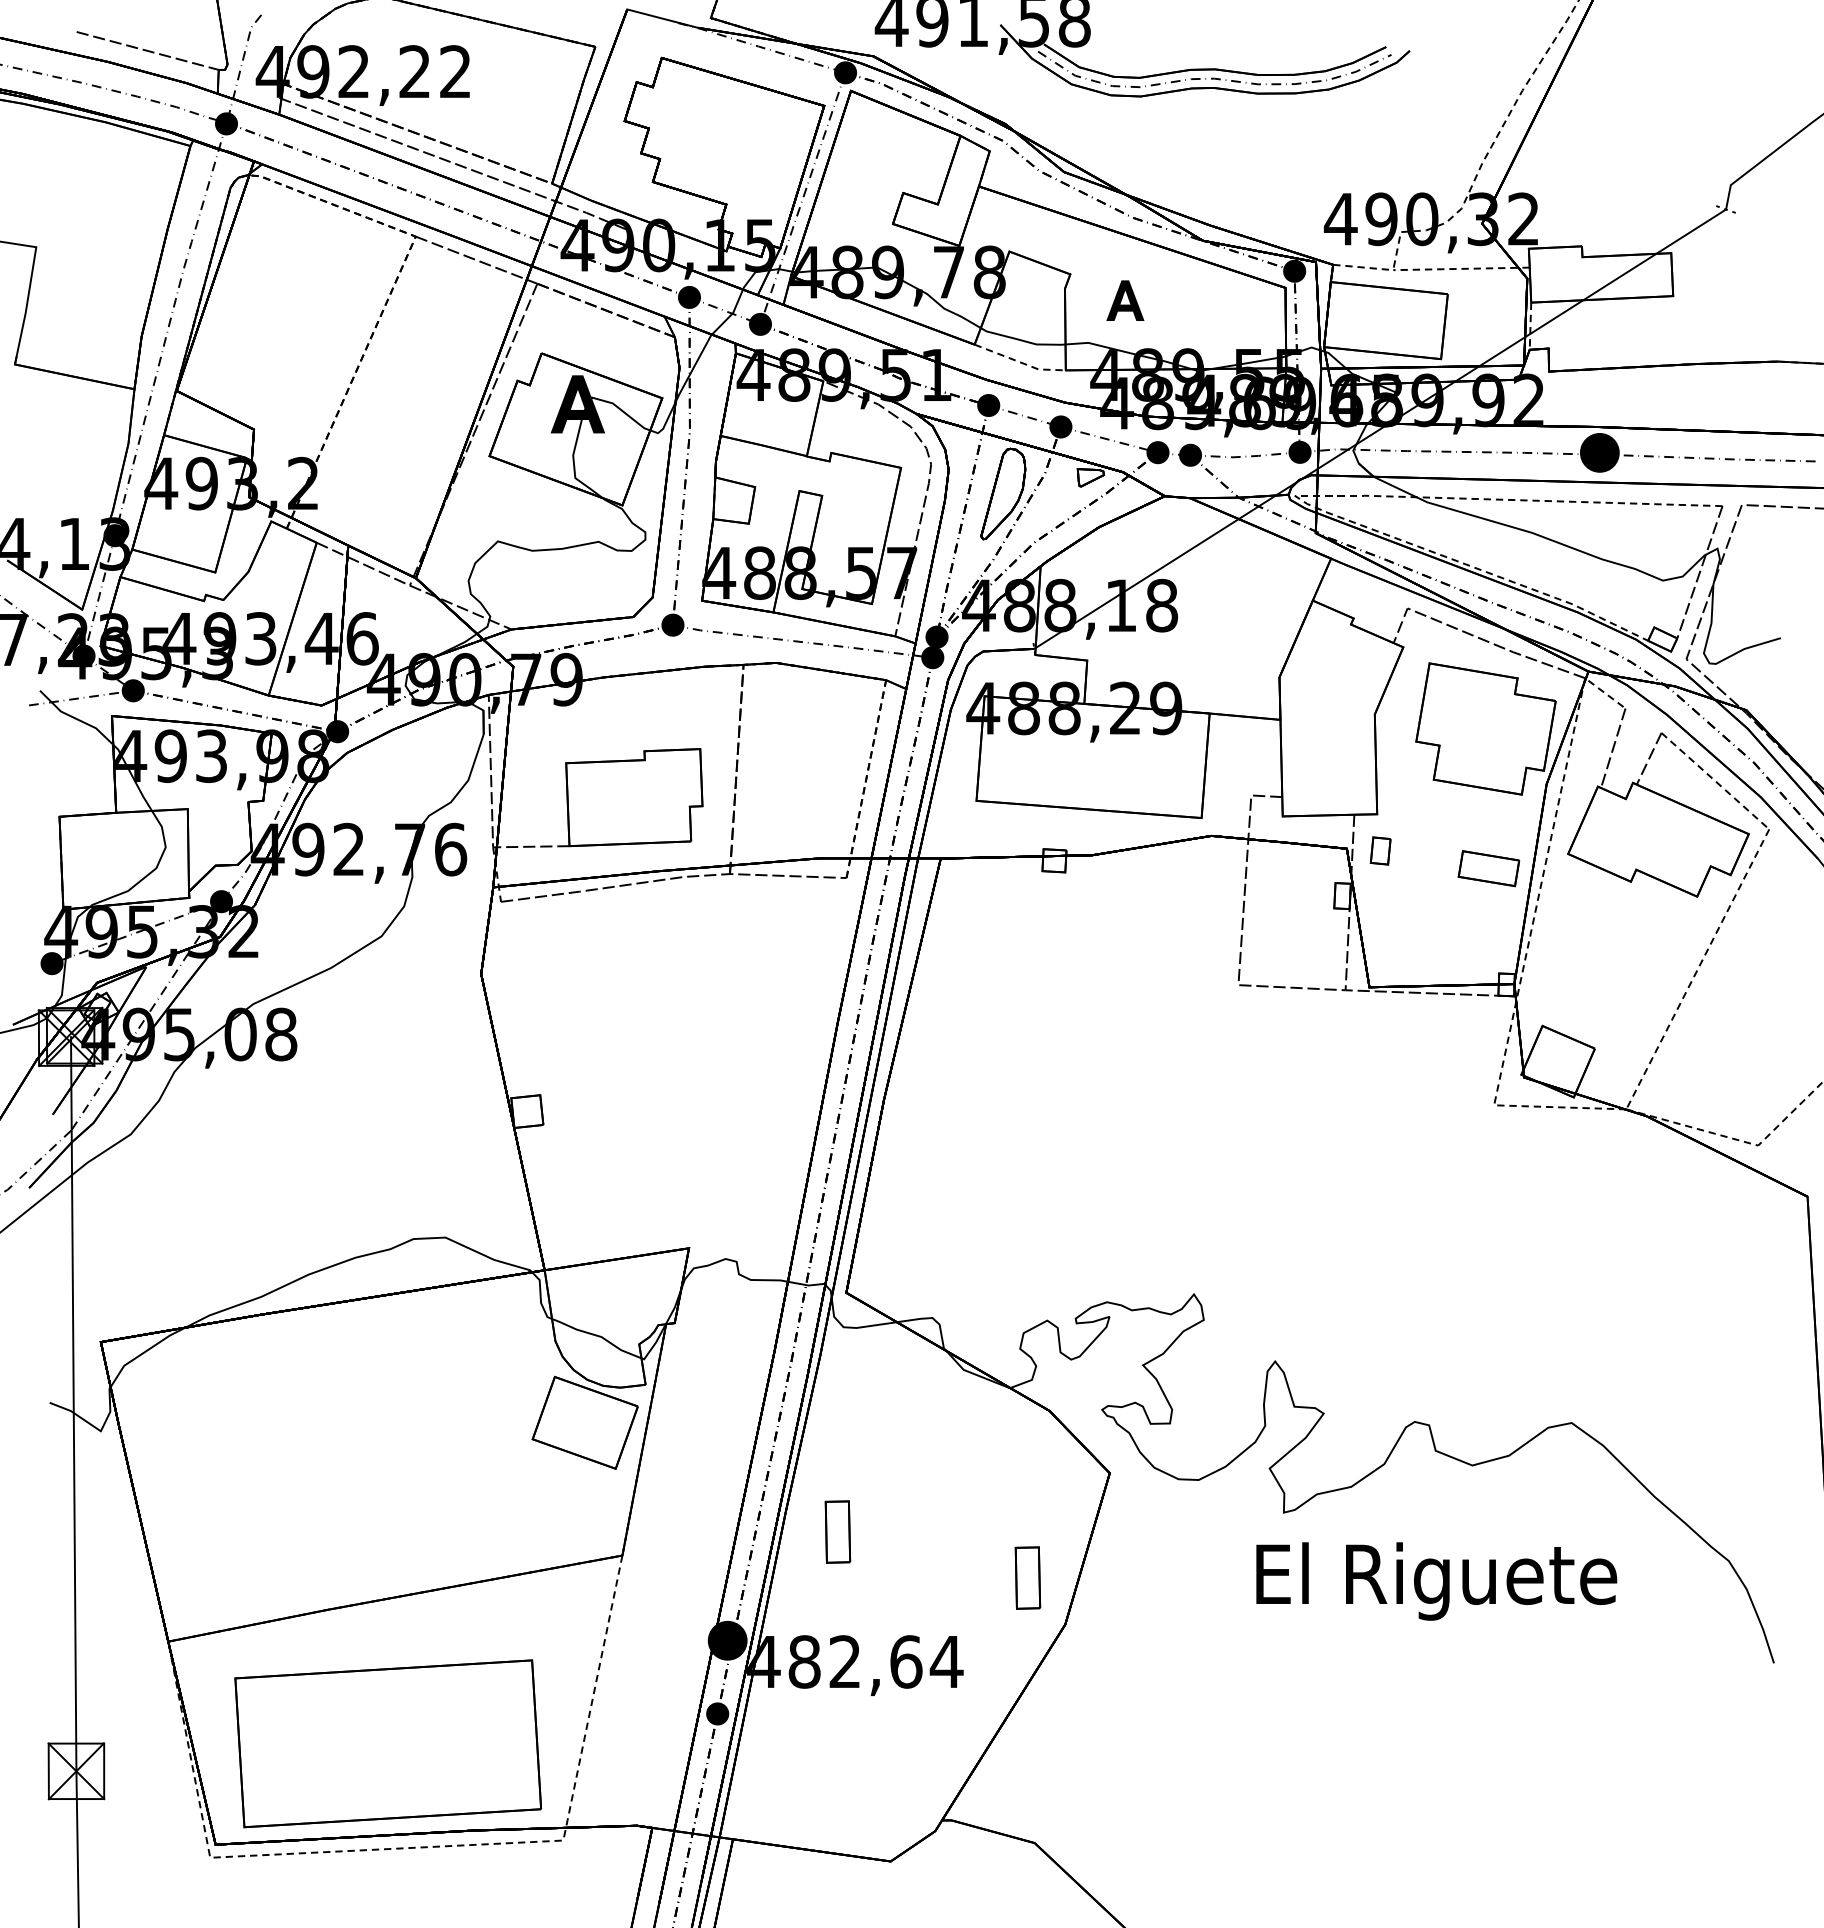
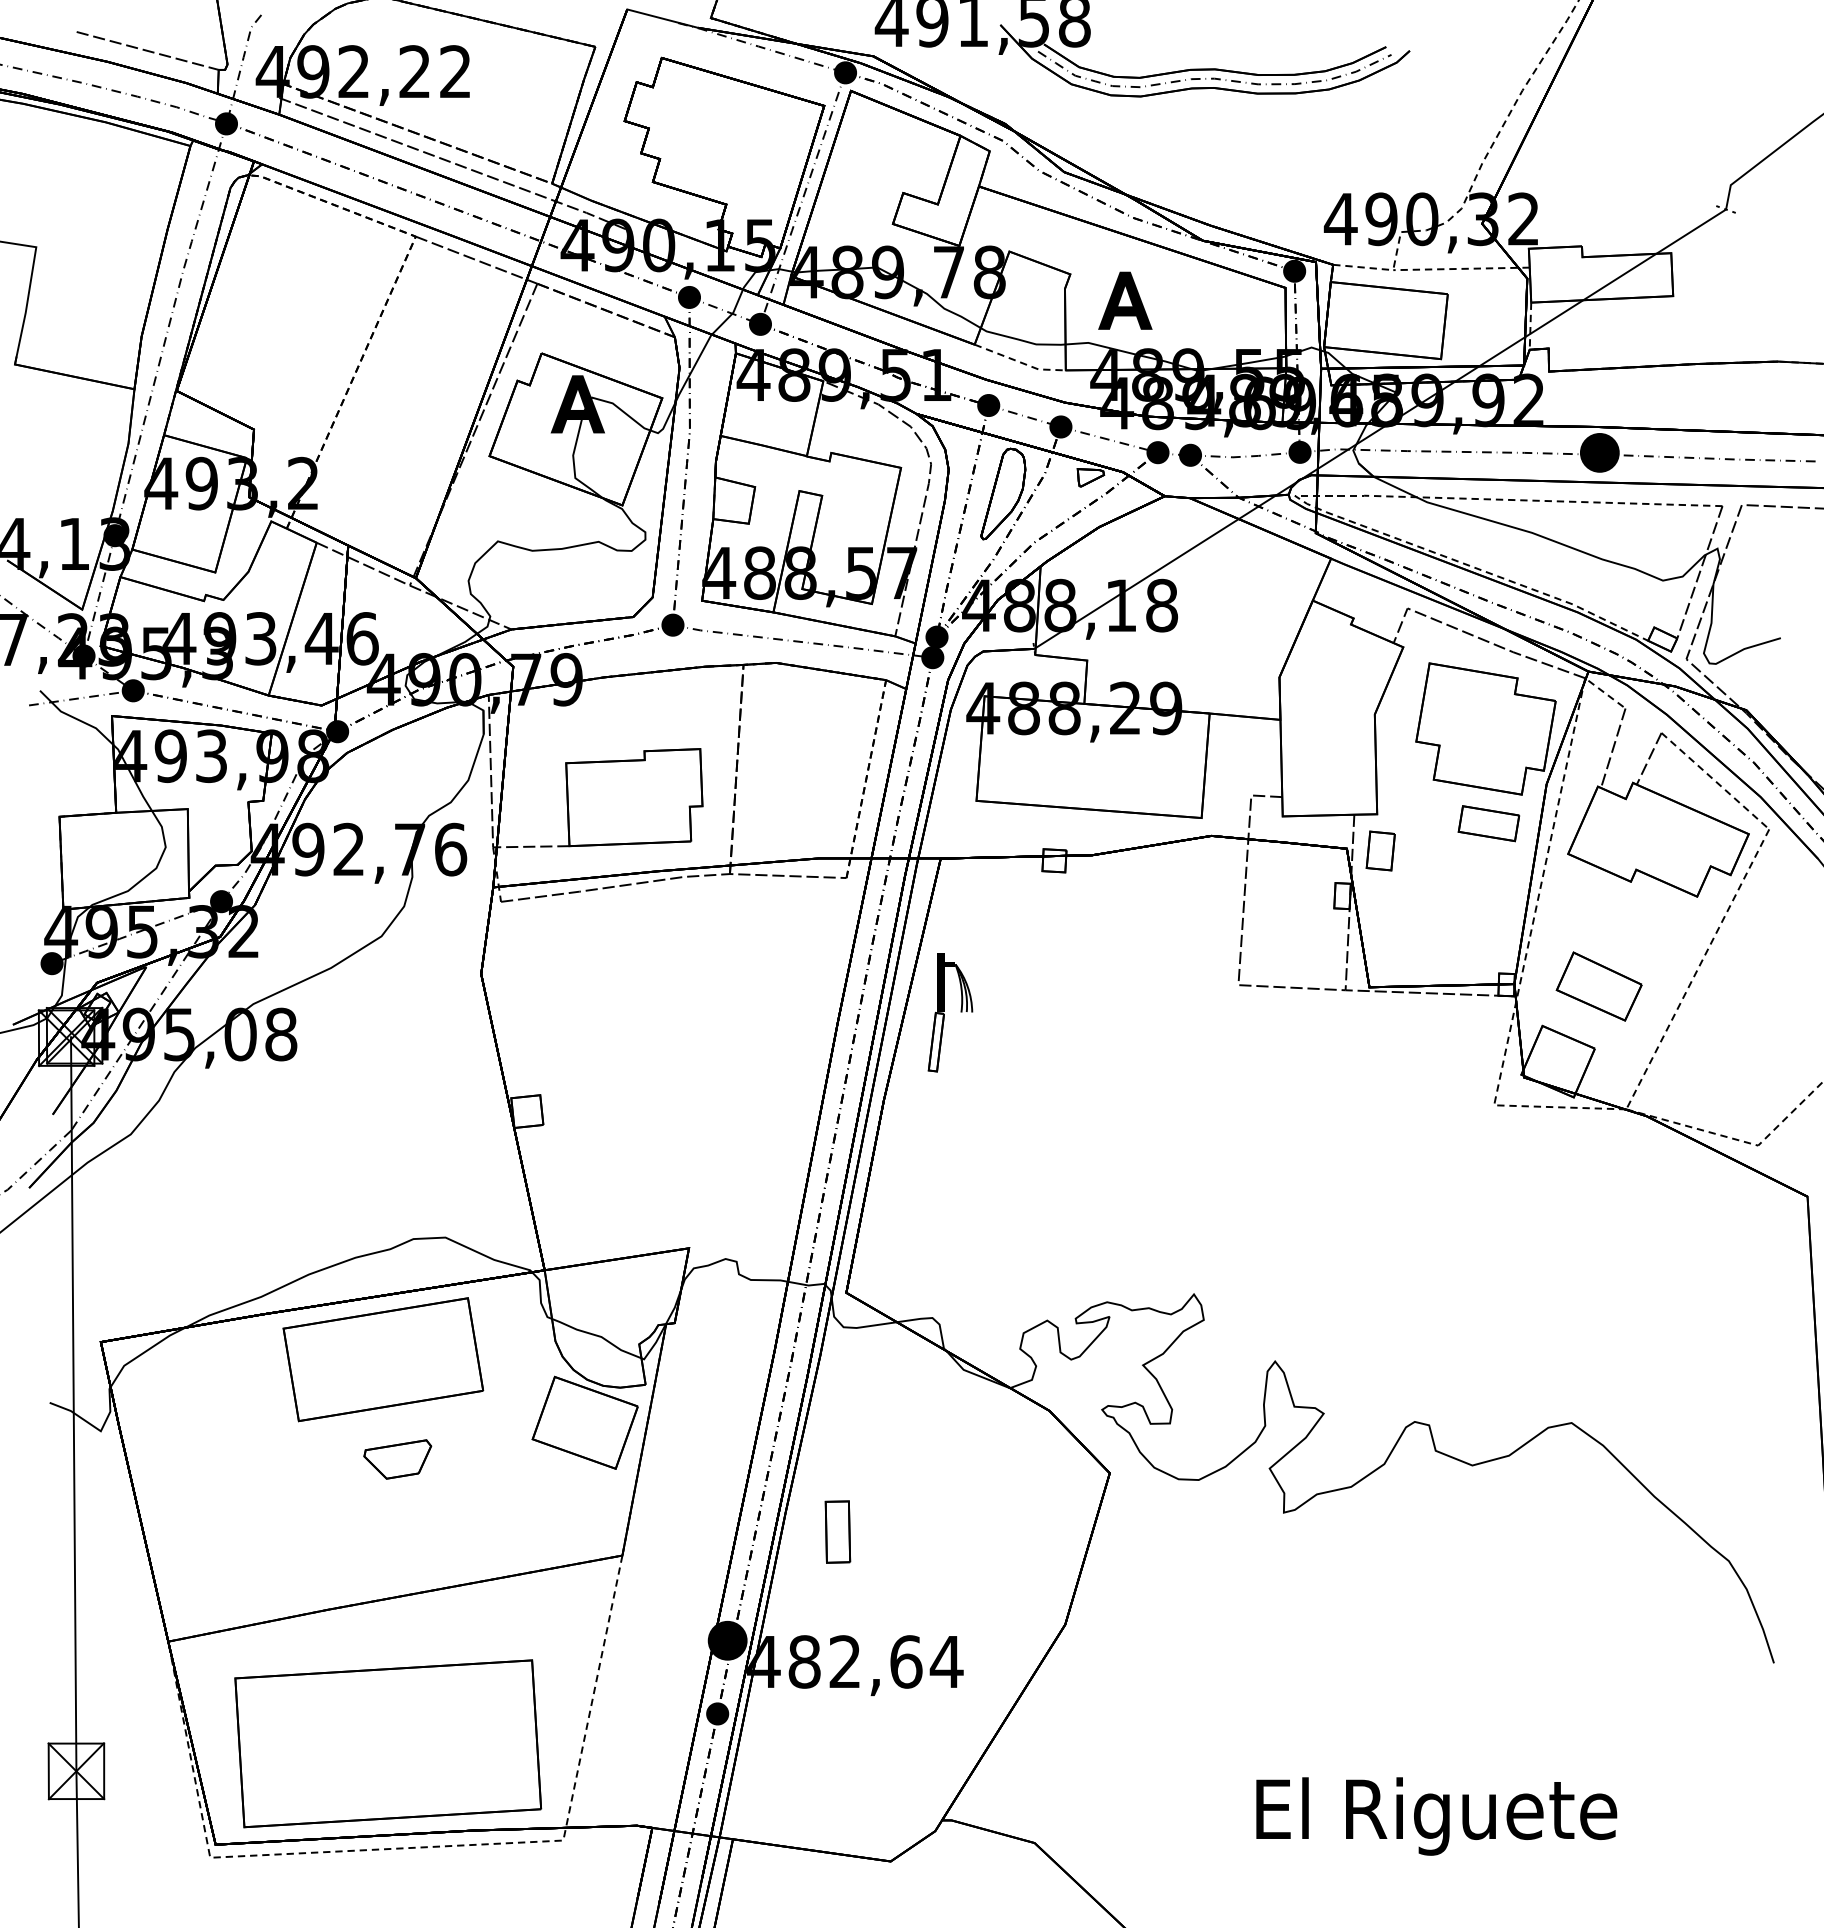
part at (1125, 300) size: 39x41 px -> 55x59 px
part at (1380, 850) size: 23x30 px -> 31x42 px
part at (1488, 868) position: (1488, 868) -> (1488, 823)
part at (1598, 986): none -> present
part at (944, 1011): none -> present
part at (383, 1359): none -> present
part at (397, 1459): none -> present
part at (1027, 1577): present -> none
text at (1436, 1581) position: (1436, 1581) -> (1436, 1816)
